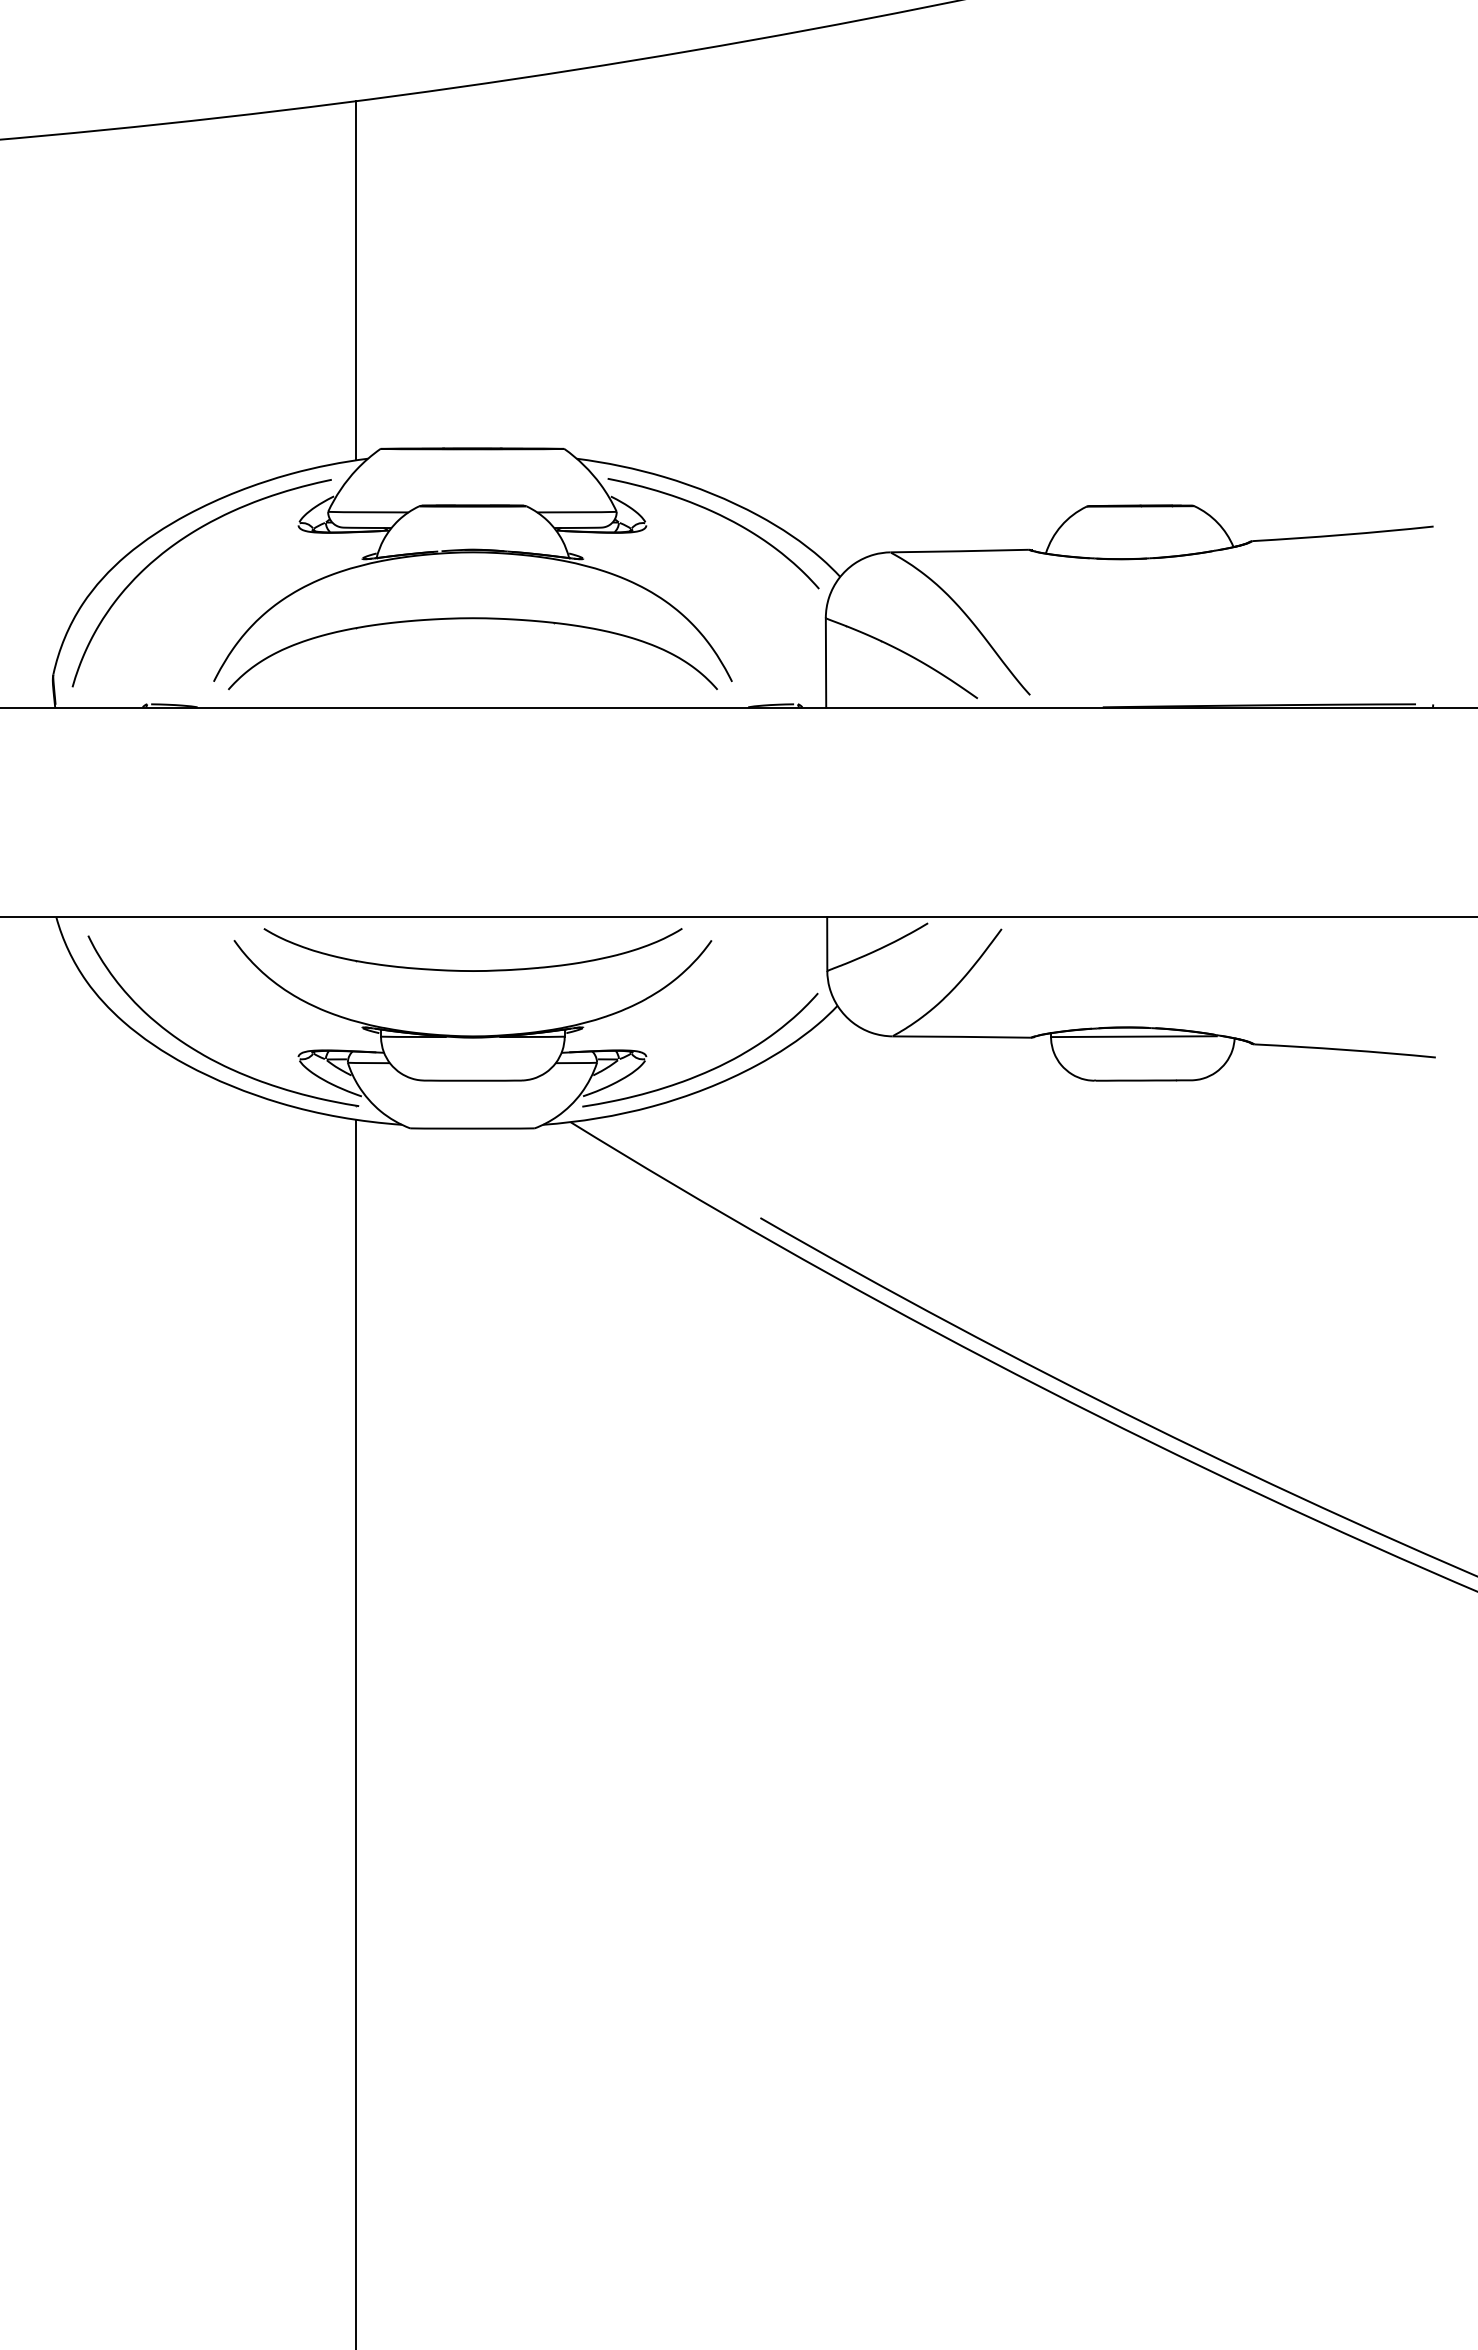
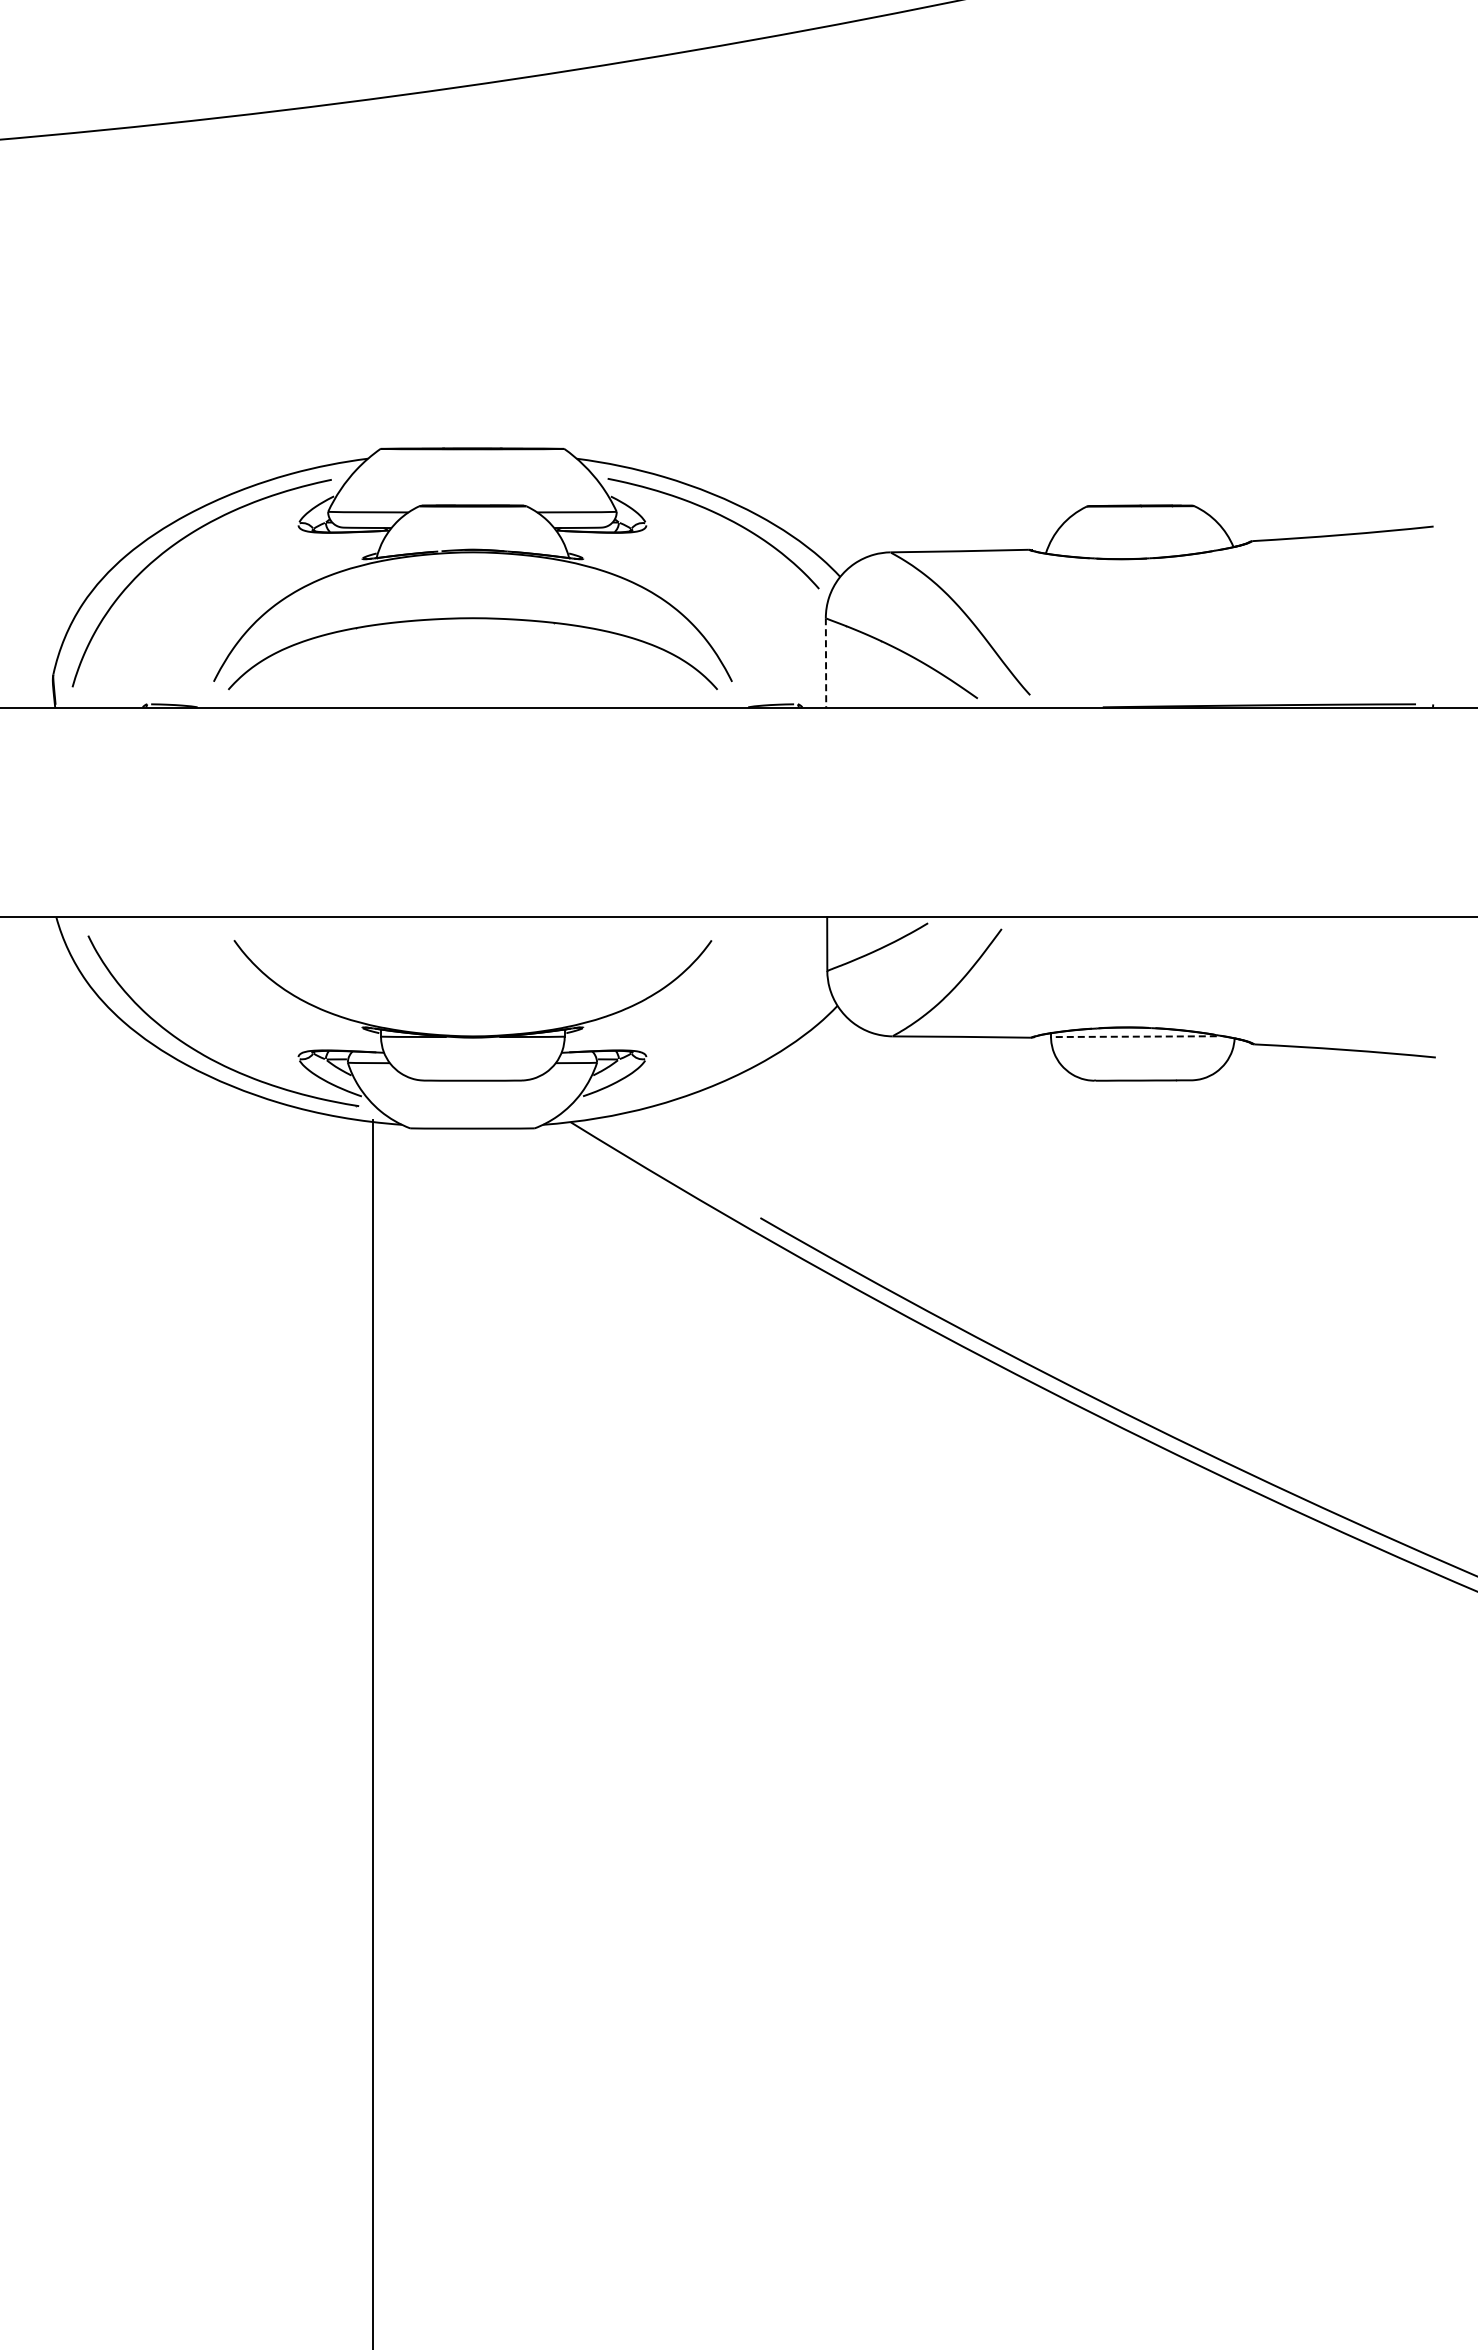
line at (356, 280): present -> none
line at (826, 662): solid -> dashed
part at (472, 970): present -> none
line at (1134, 1036): solid -> dashed
curve at (709, 1069): present -> none
line at (356, 1732) position: (356, 1732) -> (373, 1732)
